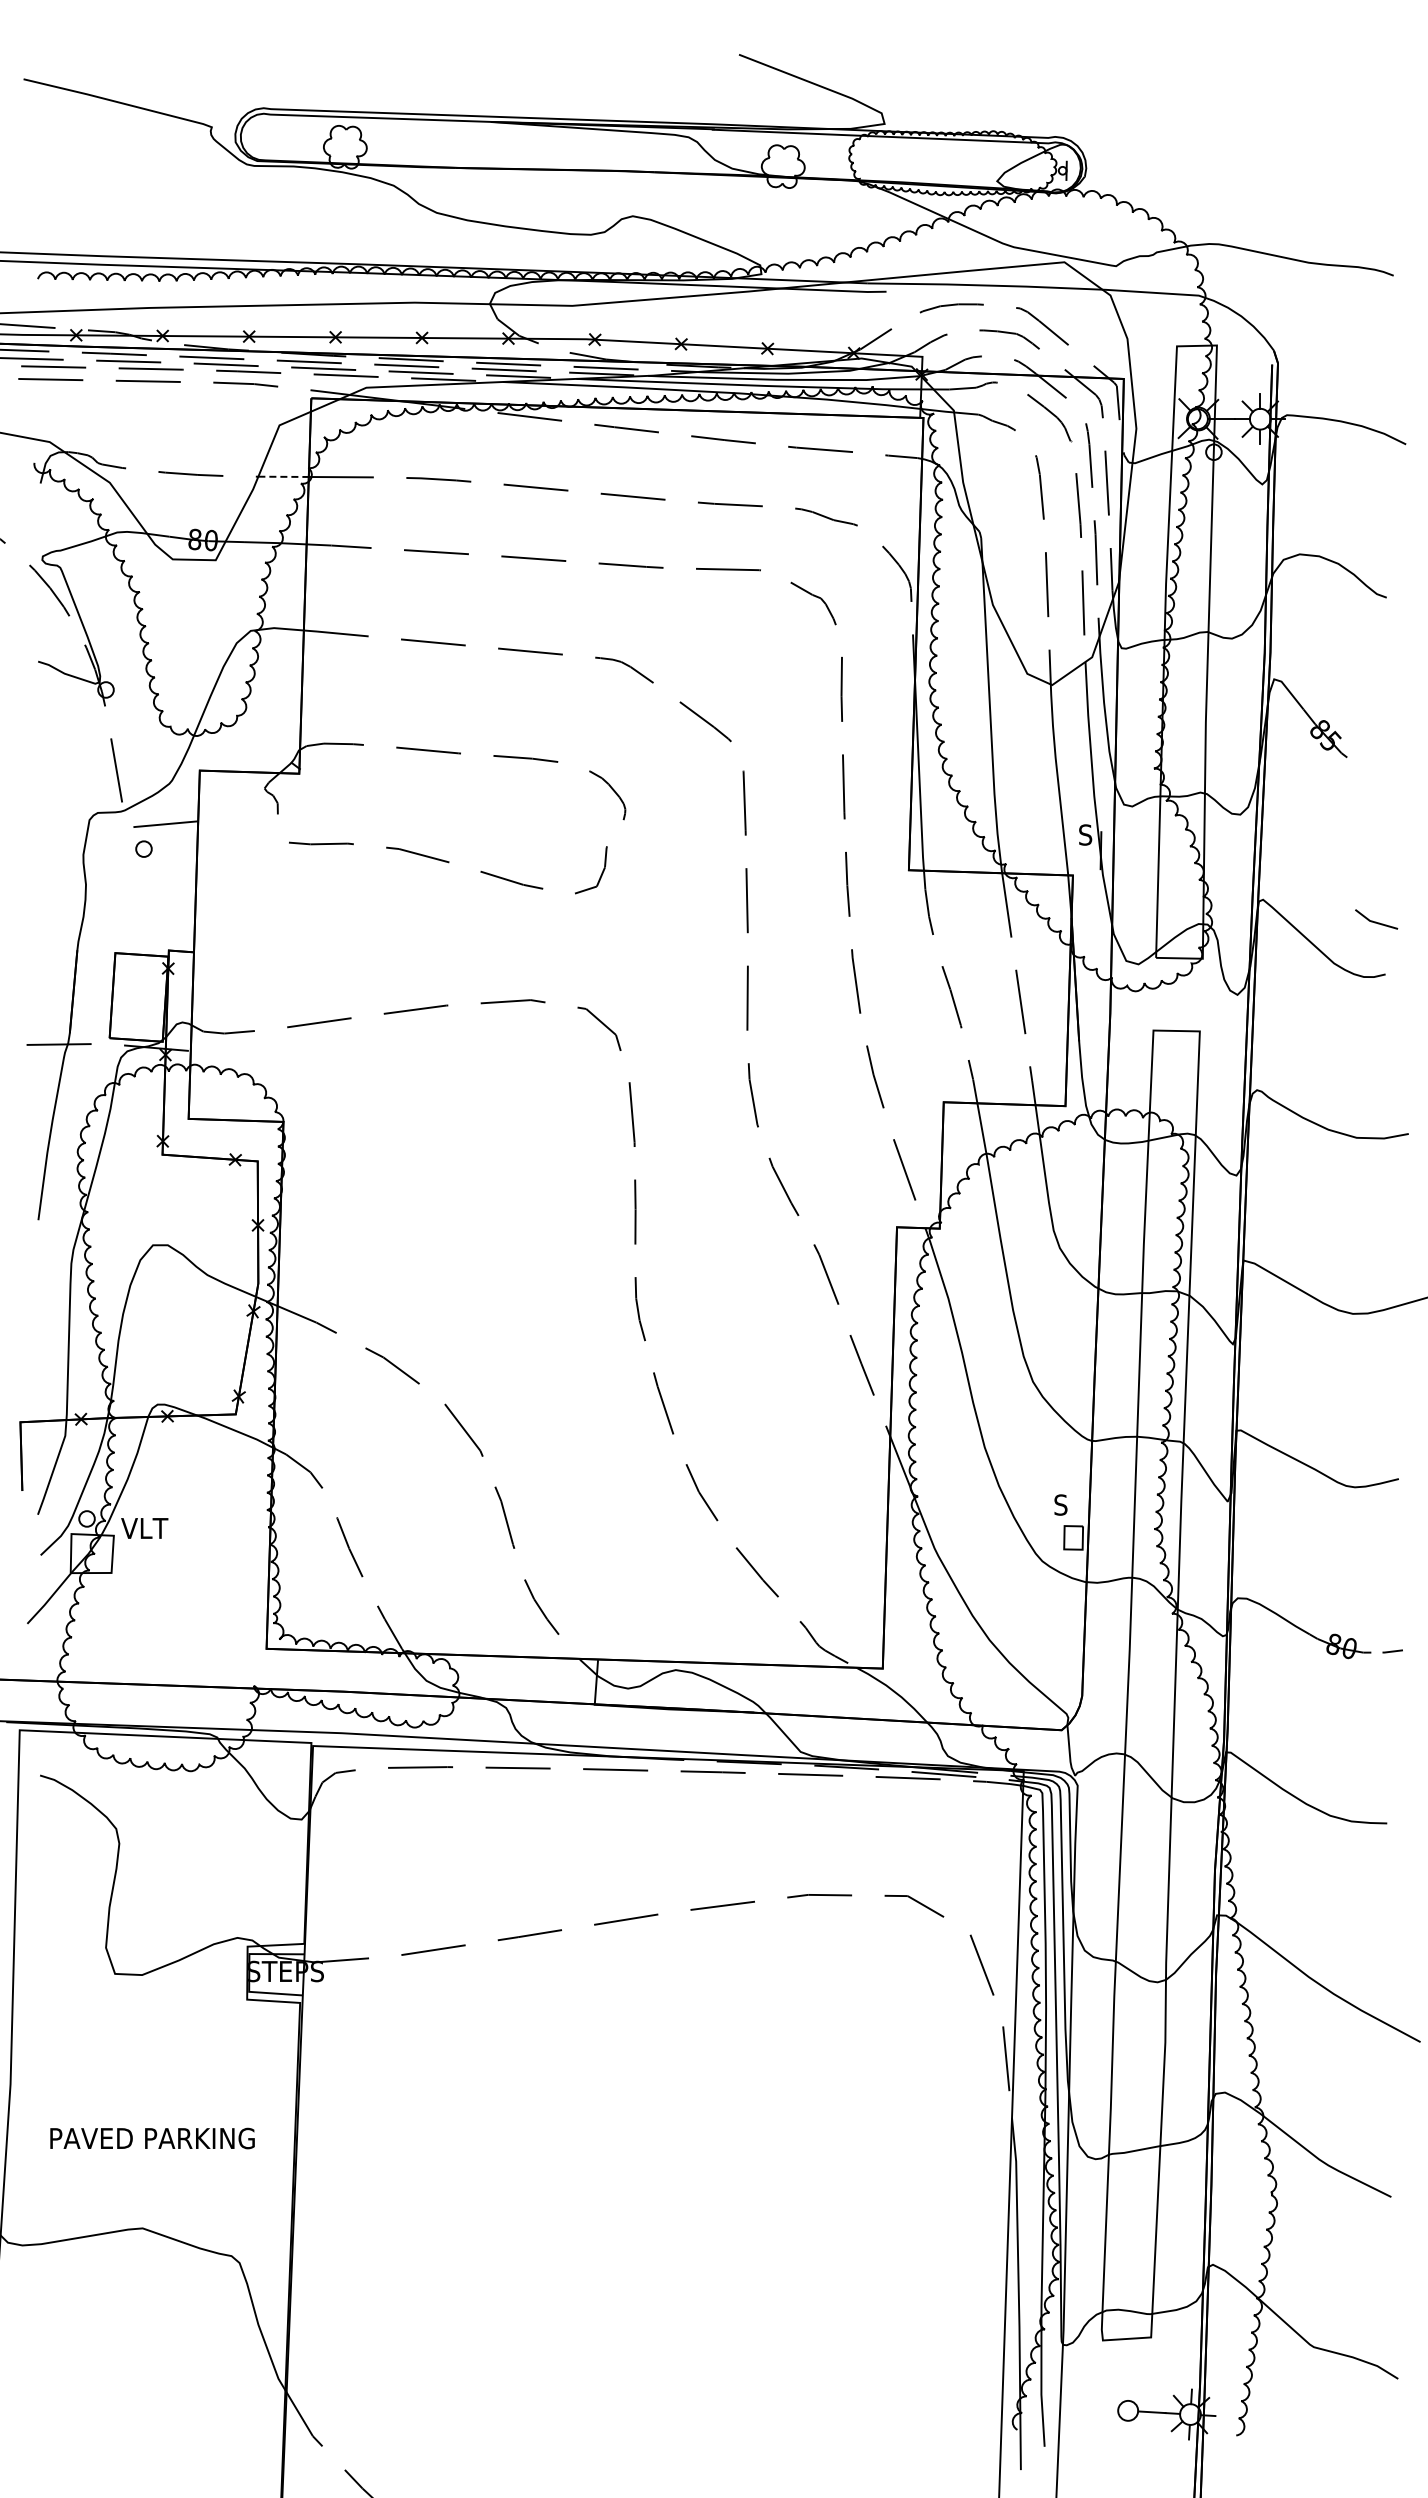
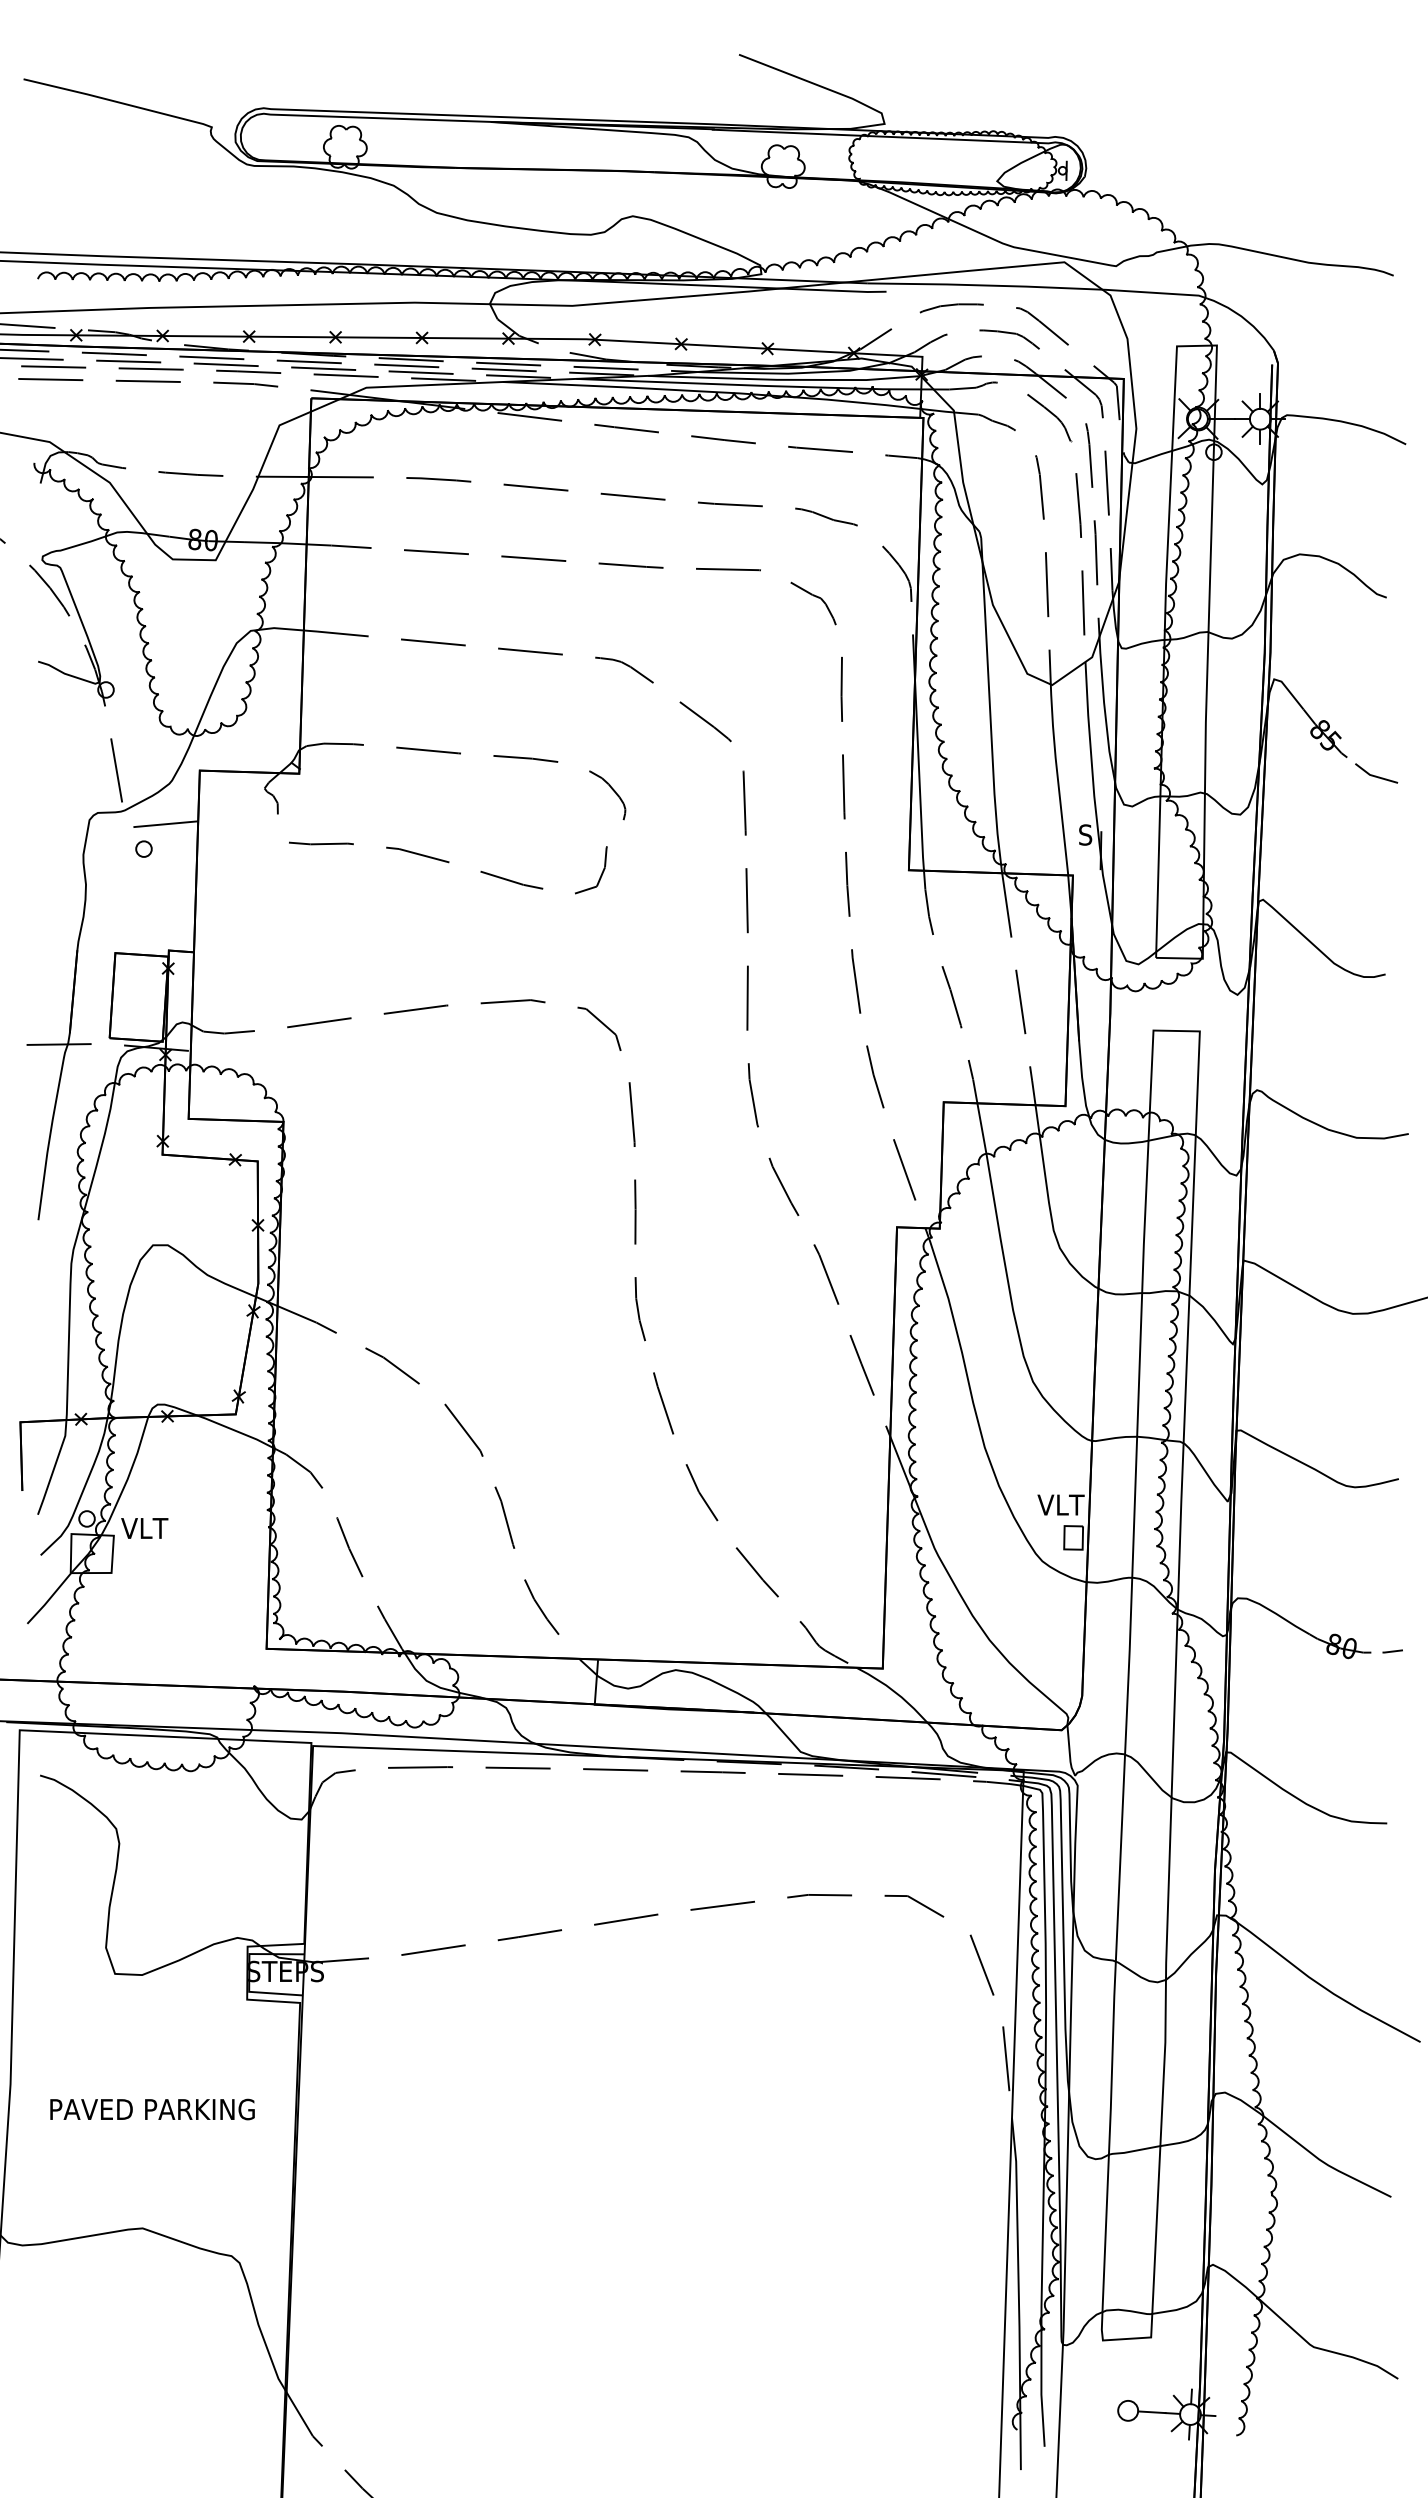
line at (284, 476): dashed -> solid
line at (1376, 921) position: (1376, 921) -> (1376, 775)
text at (1060, 1504): S -> VLT
text at (152, 2138) position: (152, 2138) -> (152, 2109)
